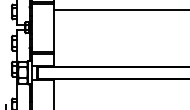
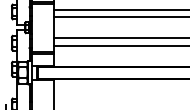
line at (119, 16): none -> present
line at (119, 38): none -> present
line at (119, 45): none -> present
